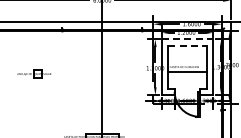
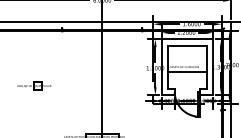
line at (187, 39): dashed -> solid
line at (188, 45): dashed -> solid
part at (34, 73) position: (34, 73) -> (34, 85)
